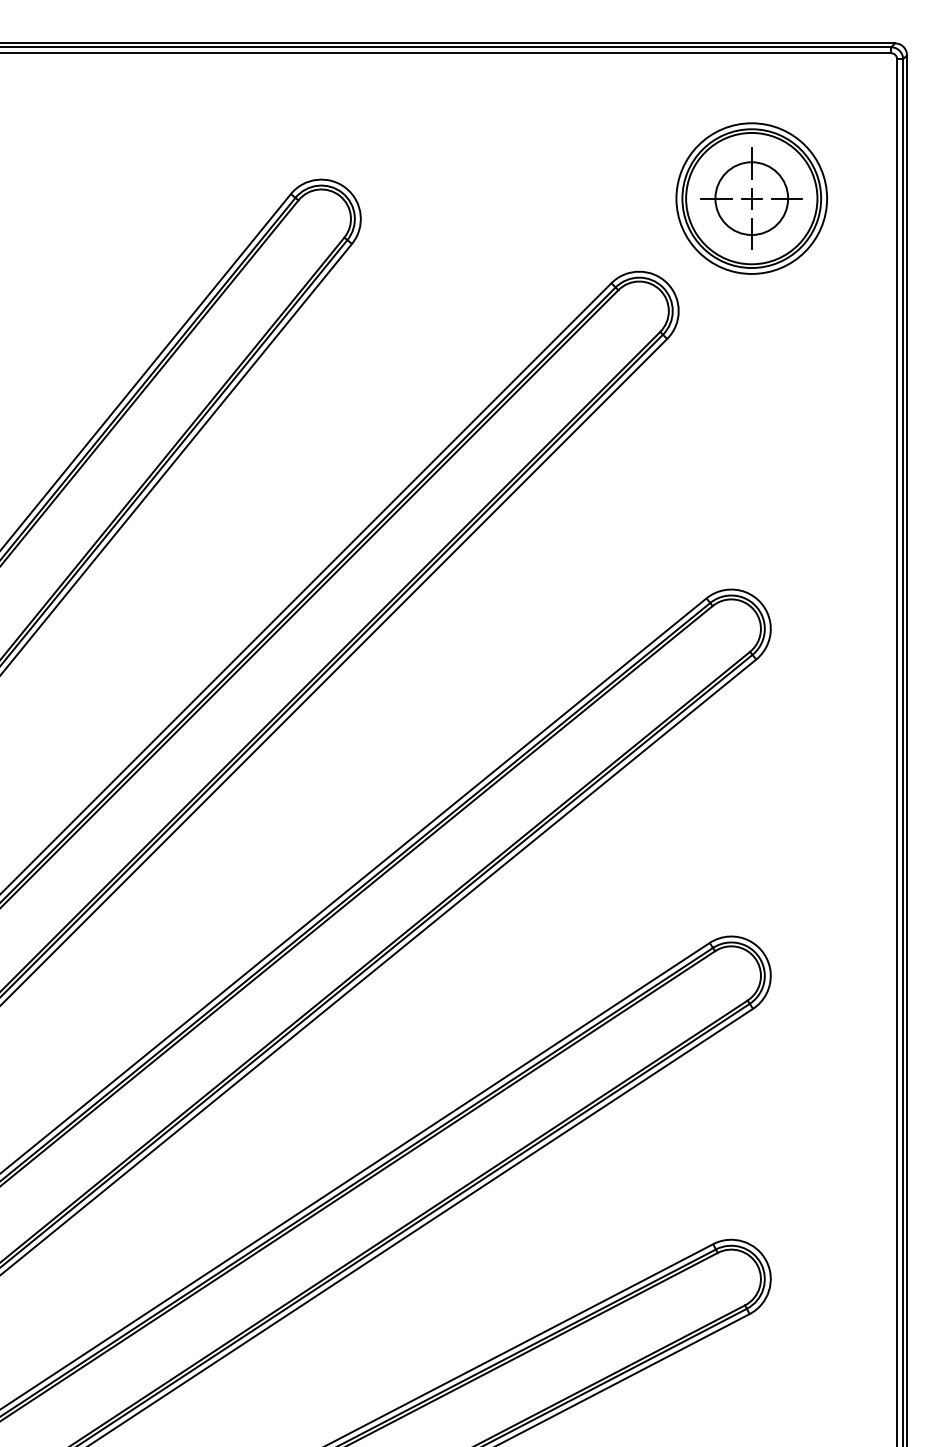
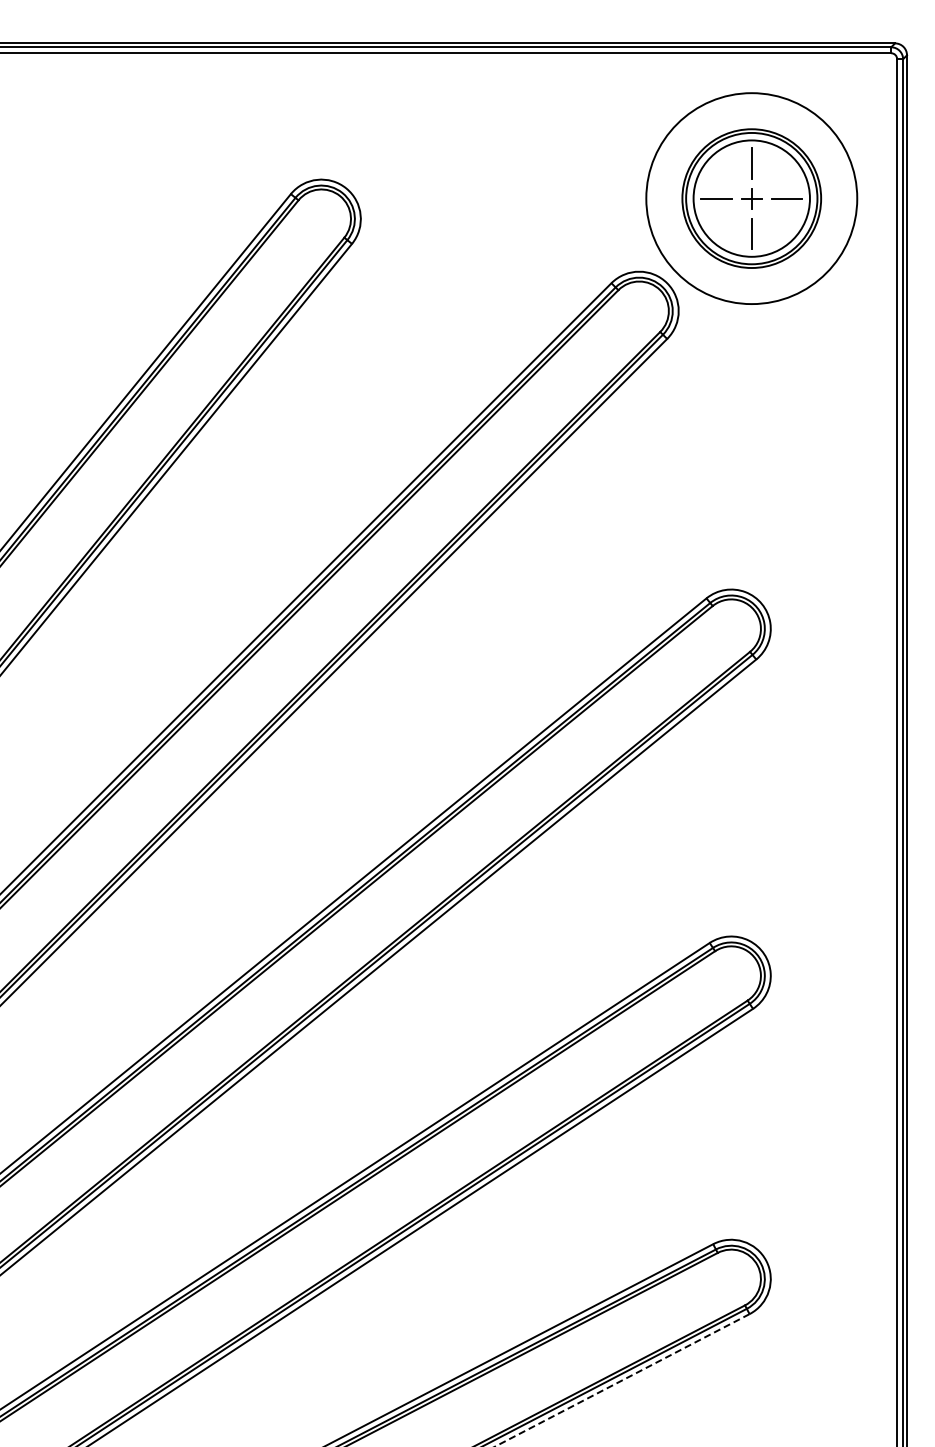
circle at (751, 198) diameter: 151 px -> 211 px
circle at (751, 198) diameter: 73 px -> 116 px
line at (621, 1380): solid -> dashed
